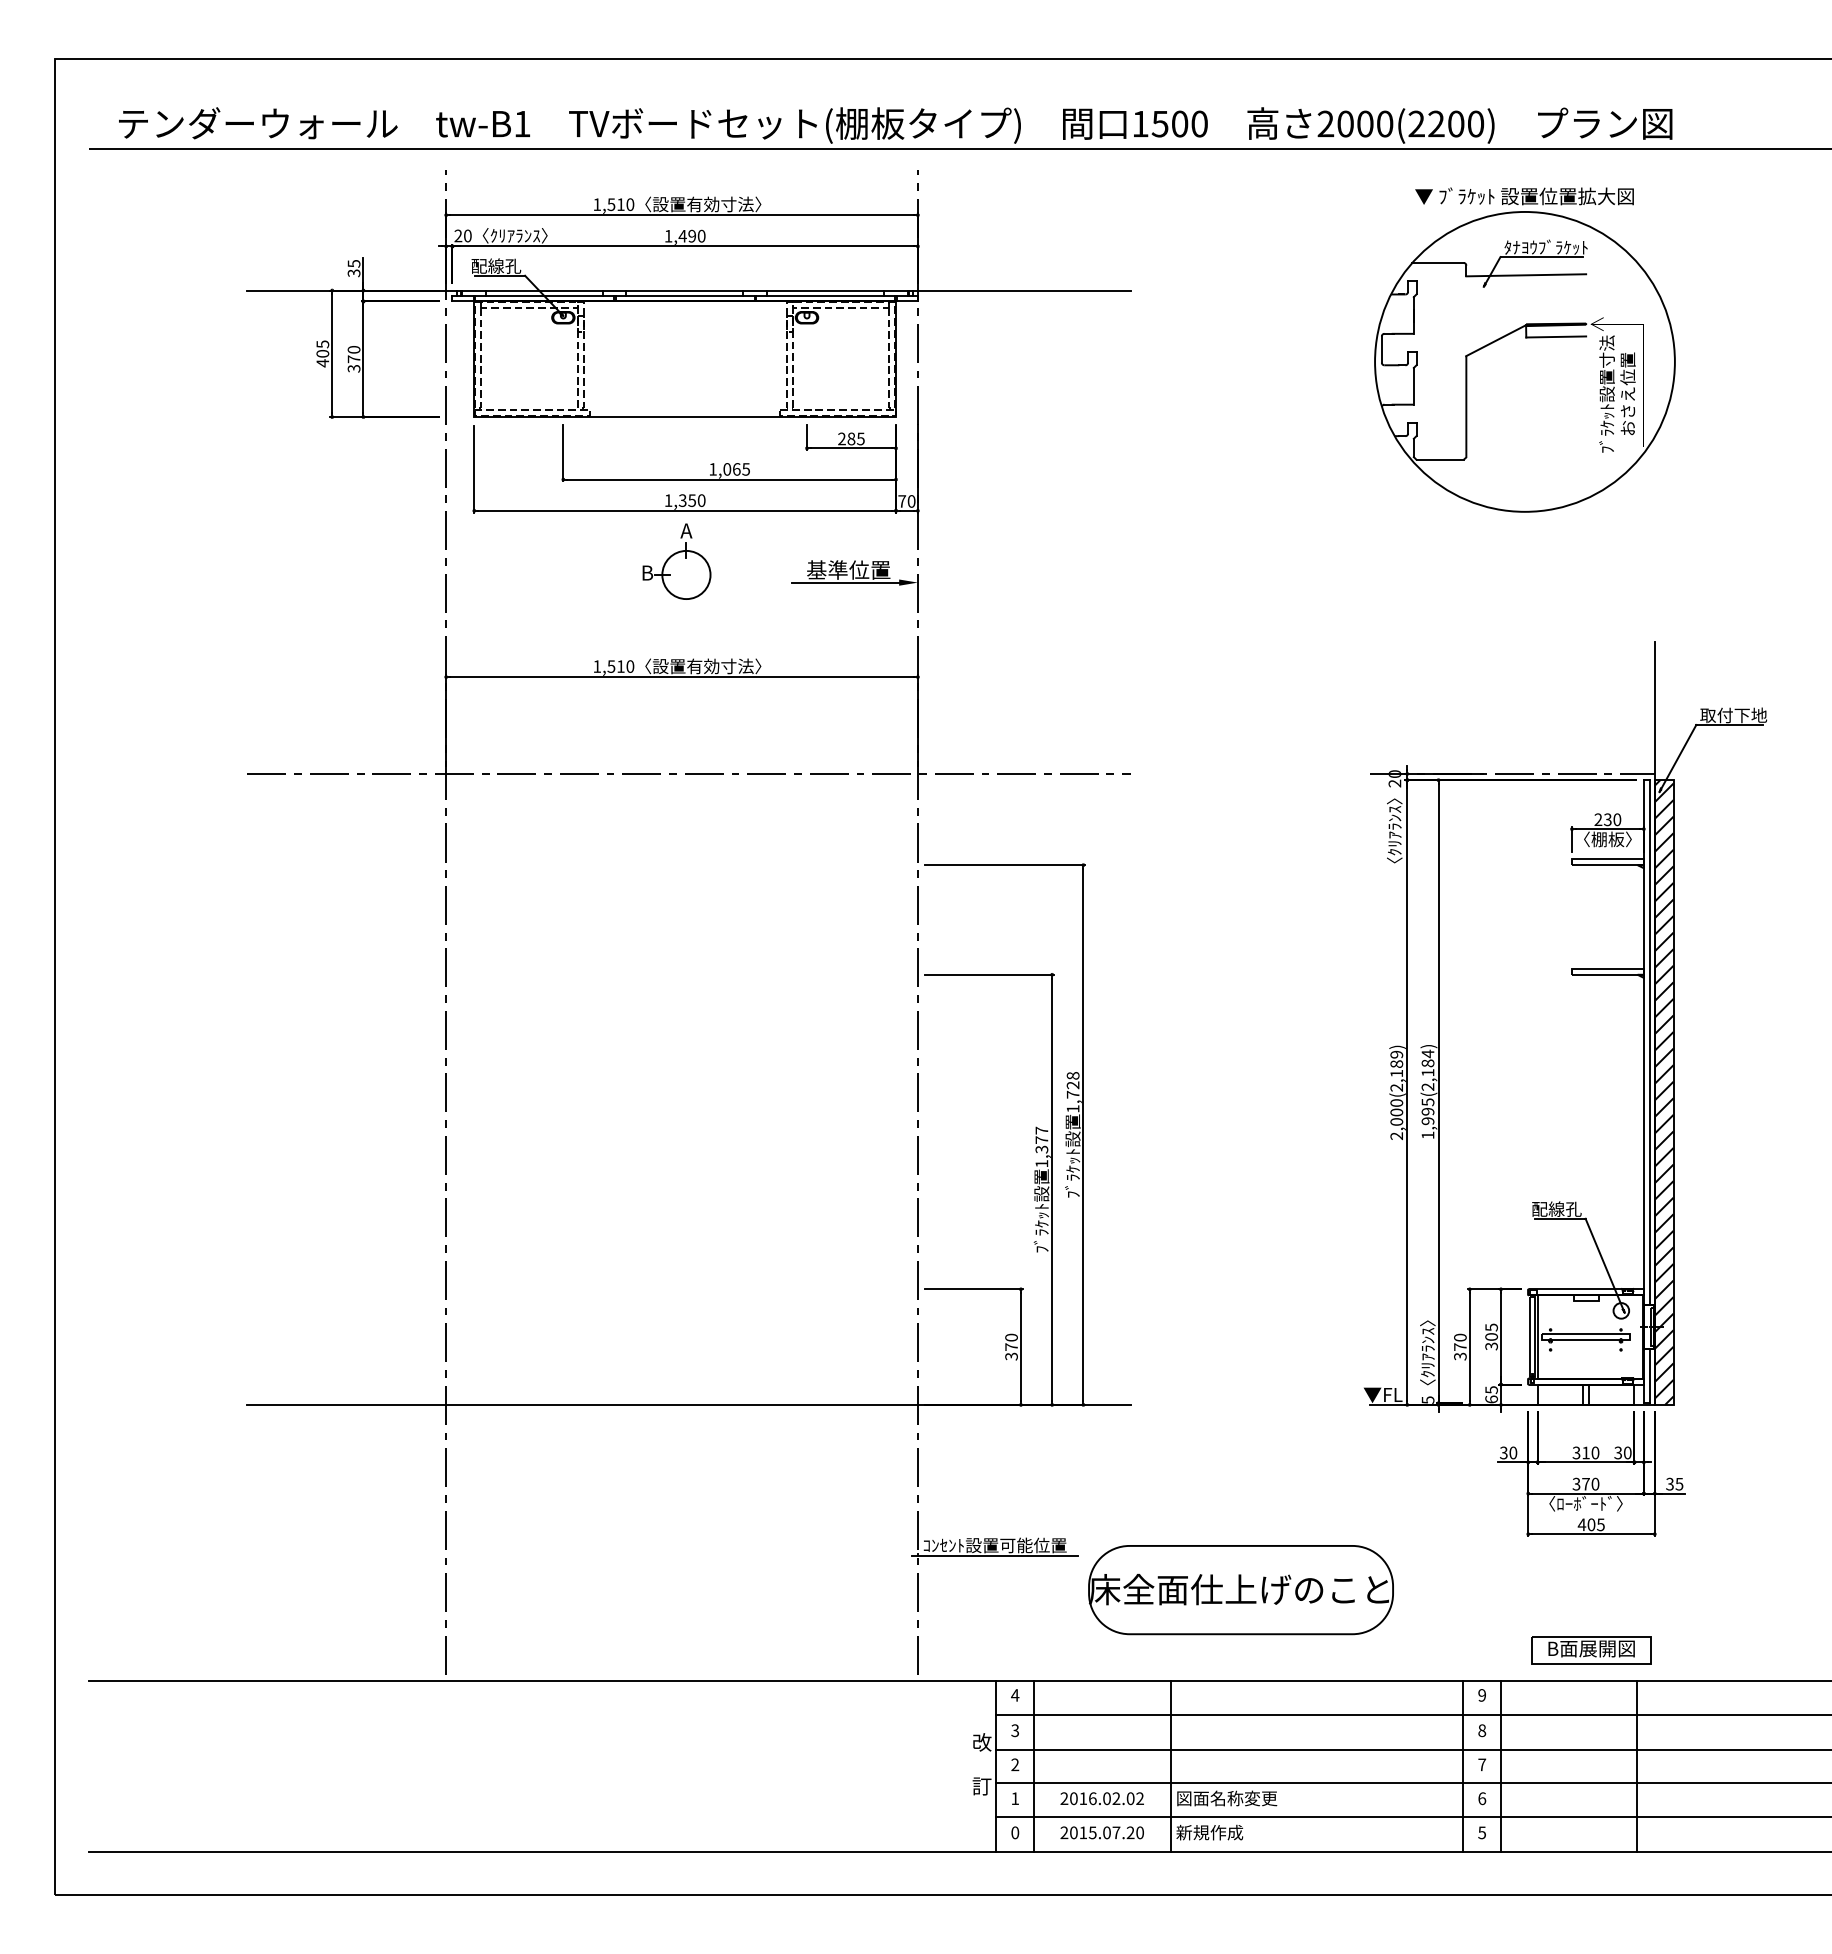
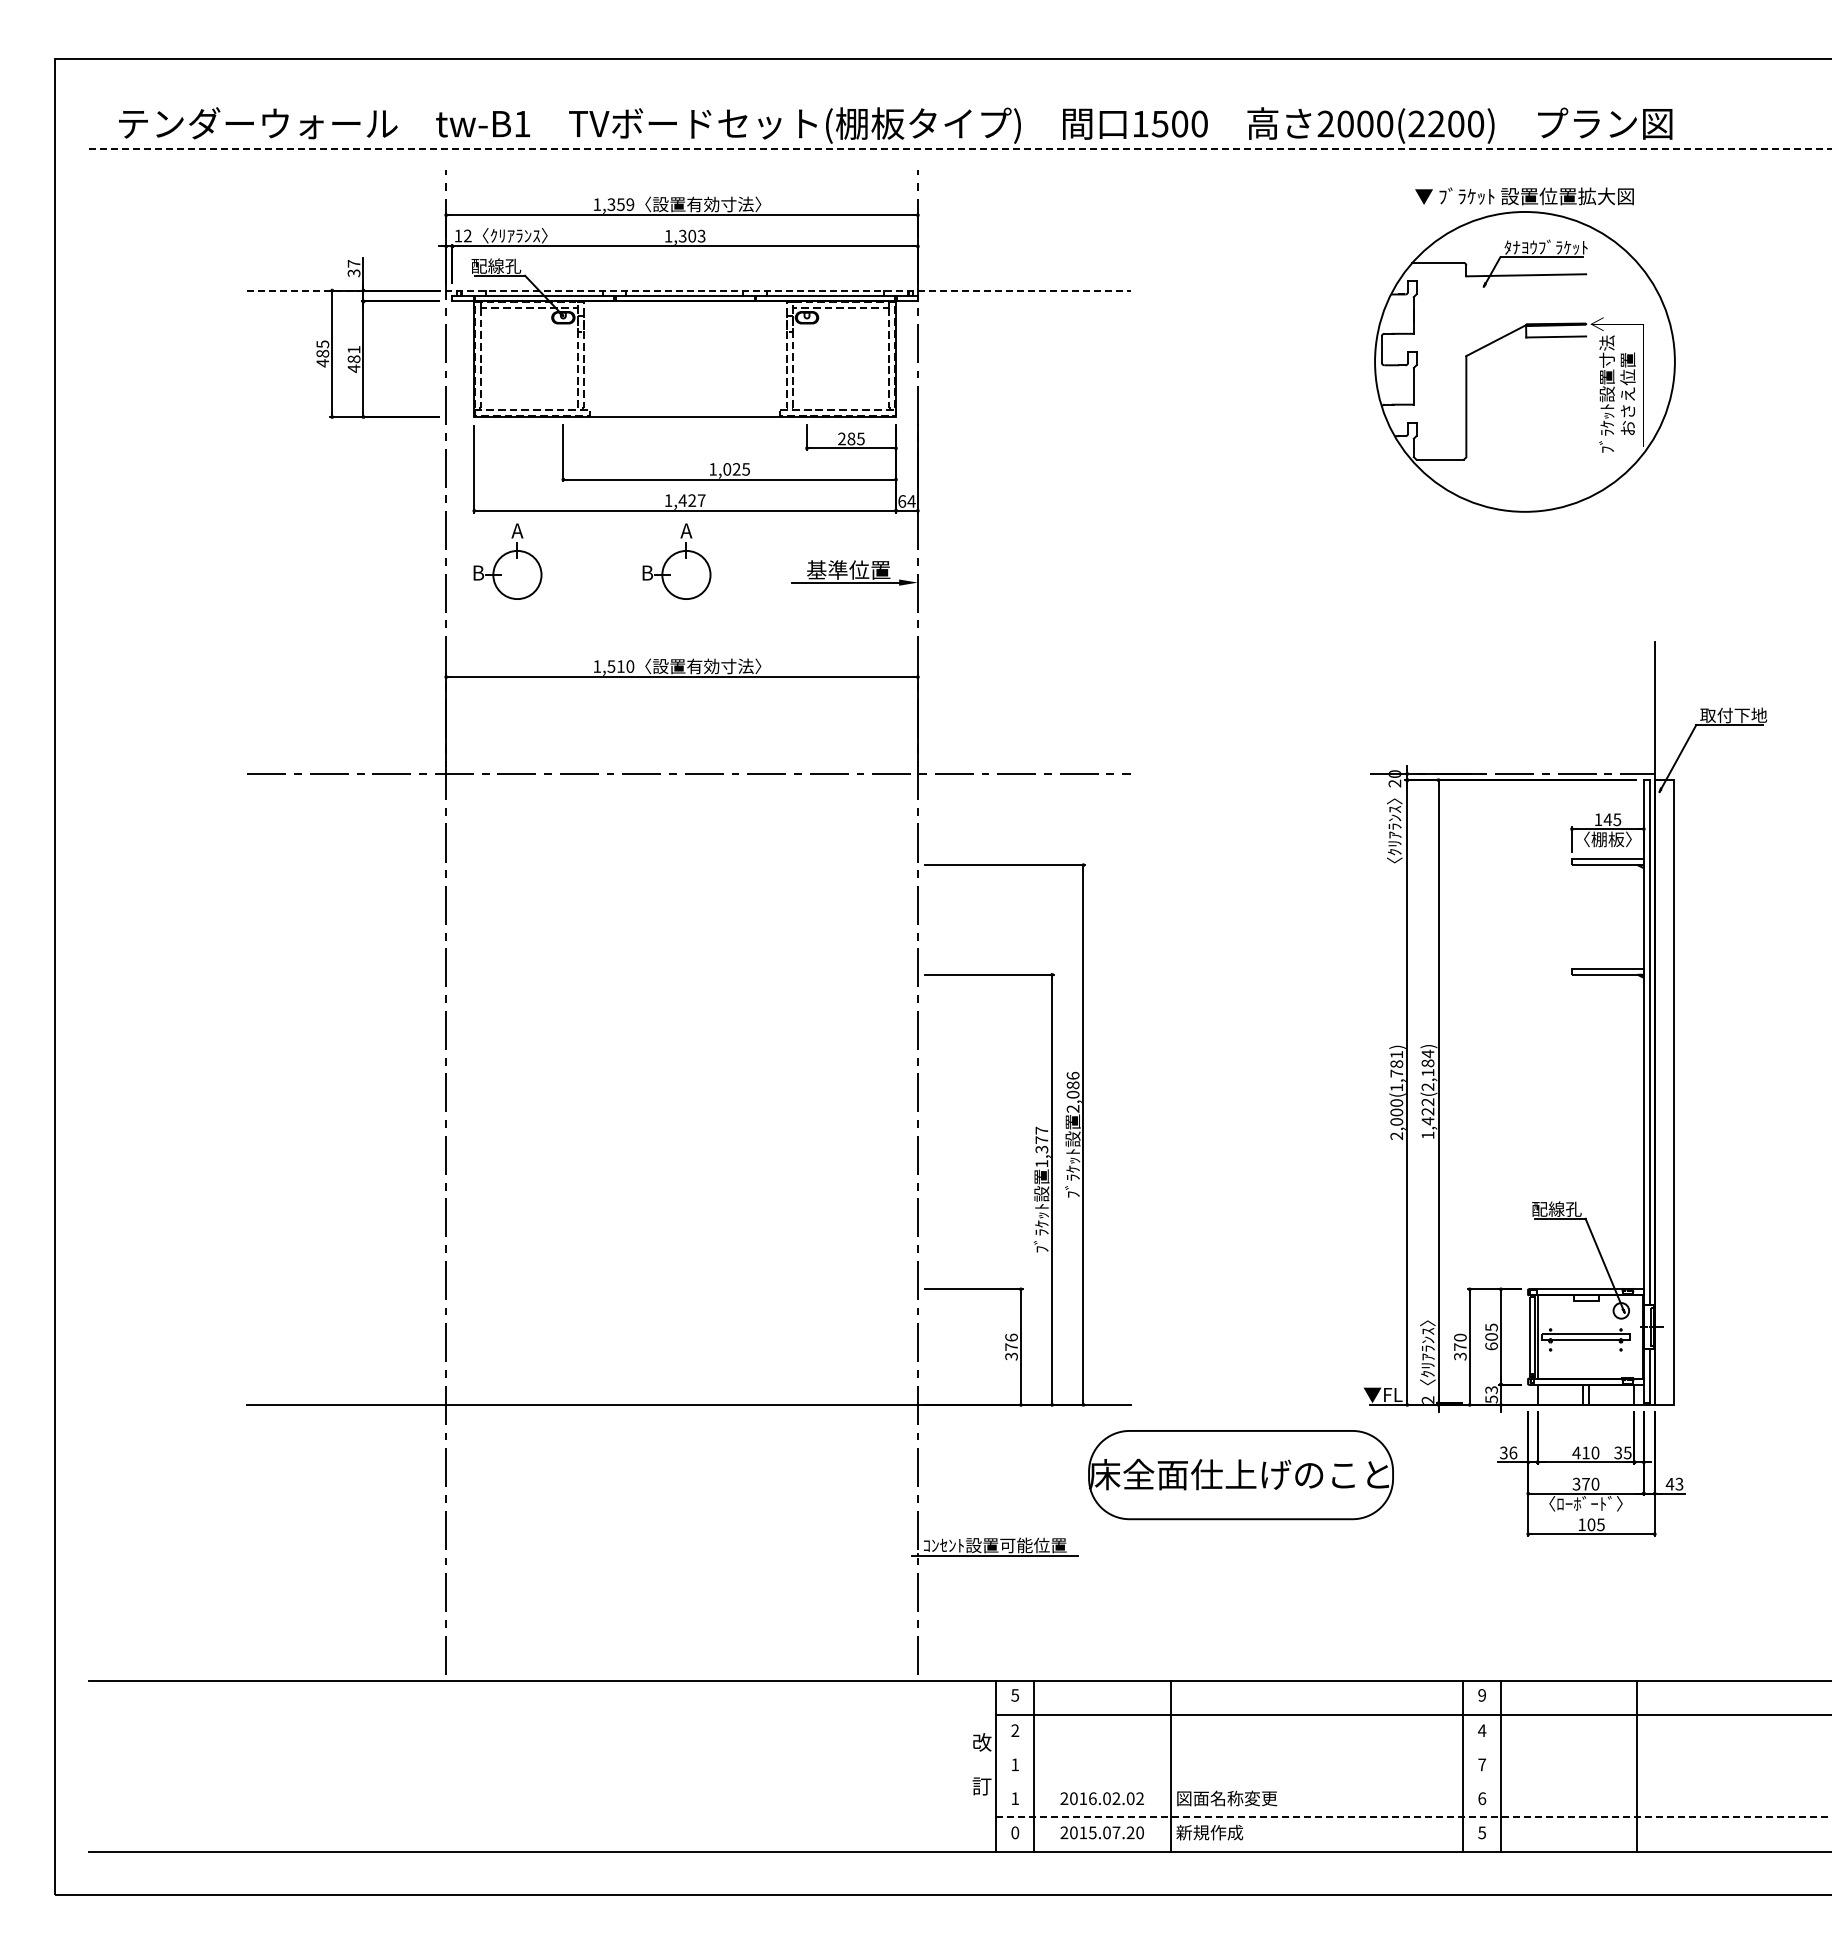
line at (960, 149): solid -> dashed
text at (621, 204): 1,510 -> 1,359
text at (462, 235): 20 -> 12
text at (691, 235): 1,490 -> 1,303
text at (353, 263): 35 -> 37
line at (689, 290): solid -> dashed
text at (322, 353): 405 -> 485
text at (353, 359): 370 -> 481
text at (736, 469): 1,065 -> 1,025
text at (691, 500): 1,350 -> 1,427
text at (906, 501): 70 -> 64
part at (507, 561): none -> present
text at (1607, 819): 230 -> 145
text at (1396, 1070): 2,000(2,189) -> 2,000(1,781)
text at (1072, 1091): 1,728 -> 2,086
hatch at (1663, 1092): present -> none
text at (1427, 1111): 1,995(2,184) -> 1,422(2,184)
text at (1011, 1337): 370 -> 376
text at (1491, 1346): 305 -> 605
text at (1491, 1394): 65 -> 53
text at (1427, 1399): 5 -> 2
text at (1513, 1452): 30 -> 36
text at (1576, 1452): 310 -> 410
text at (1627, 1452): 30 -> 35
text at (1674, 1483): 35 -> 43
text at (1581, 1524): 405 -> 105
part at (1240, 1590) position: (1240, 1590) -> (1240, 1475)
part at (1591, 1650): present -> none
text at (1015, 1695): 4 -> 5
text at (1482, 1730): 8 -> 4
text at (1015, 1731): 3 -> 2
line at (1412, 1749): present -> none
text at (1015, 1764): 2 -> 1
line at (1412, 1783): present -> none
line at (1414, 1817): solid -> dashed
